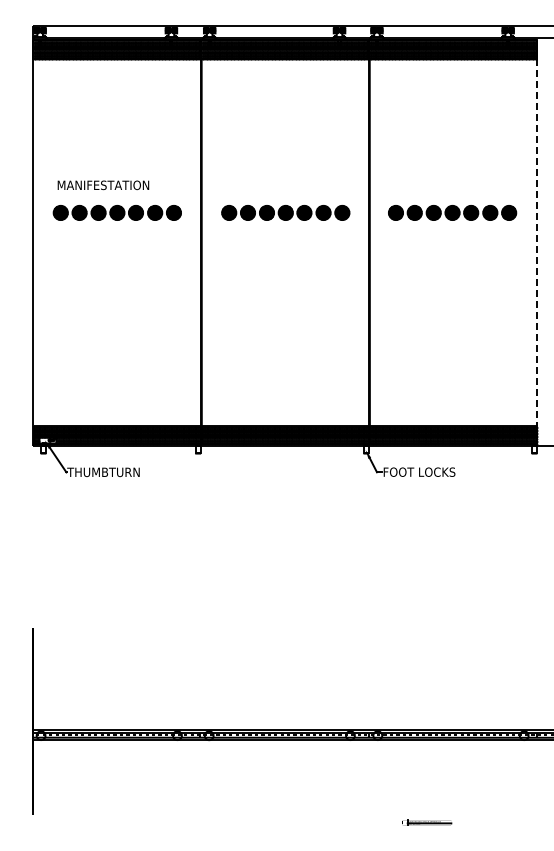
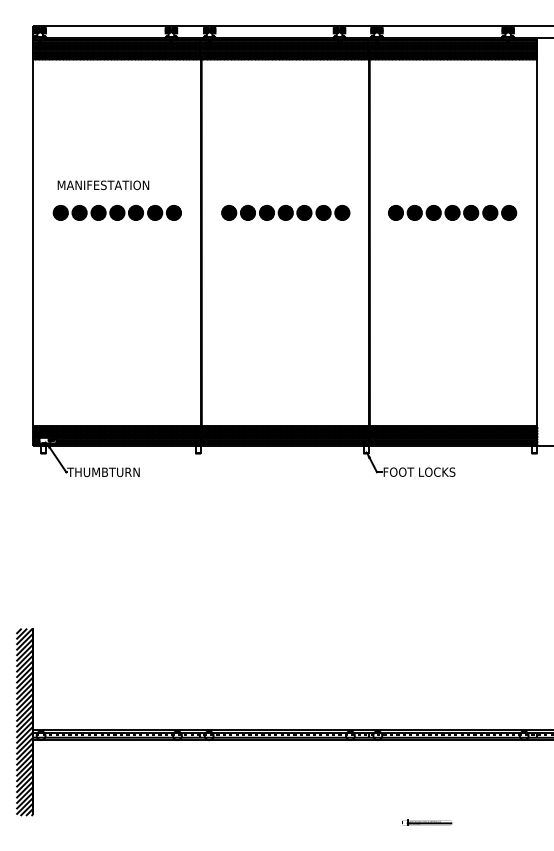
line at (537, 242): dashed -> solid
hatch at (24, 721): none -> present
